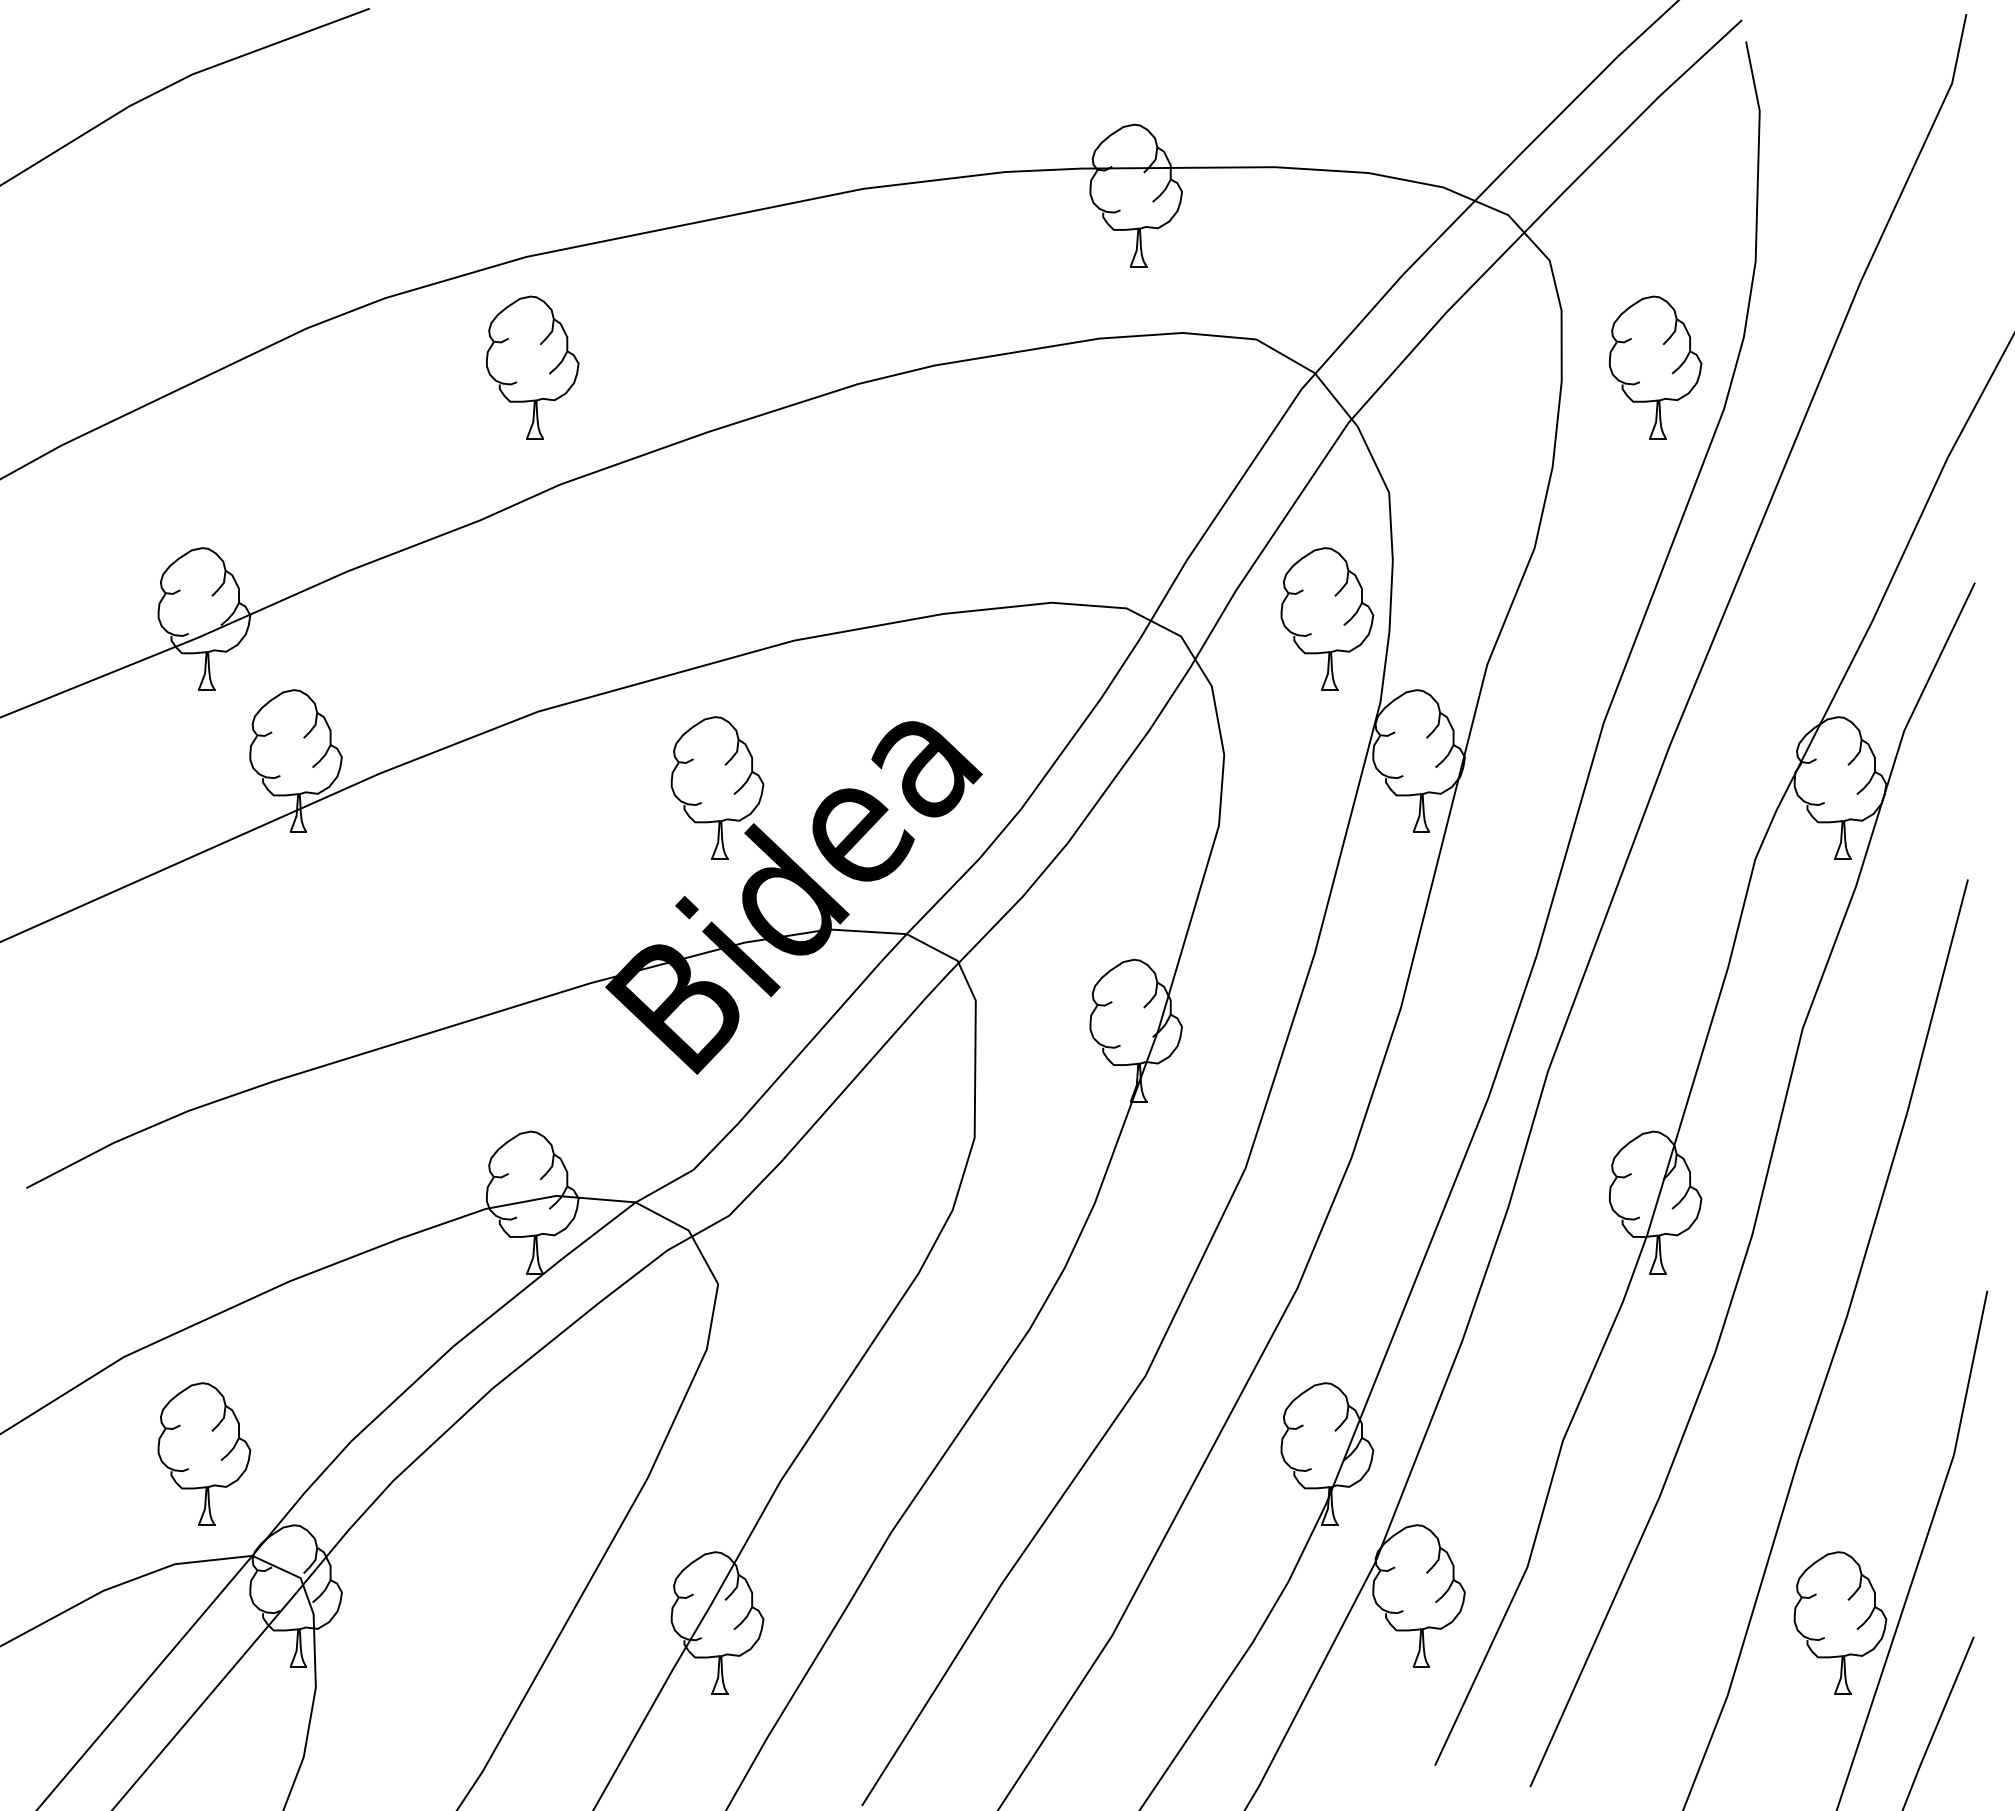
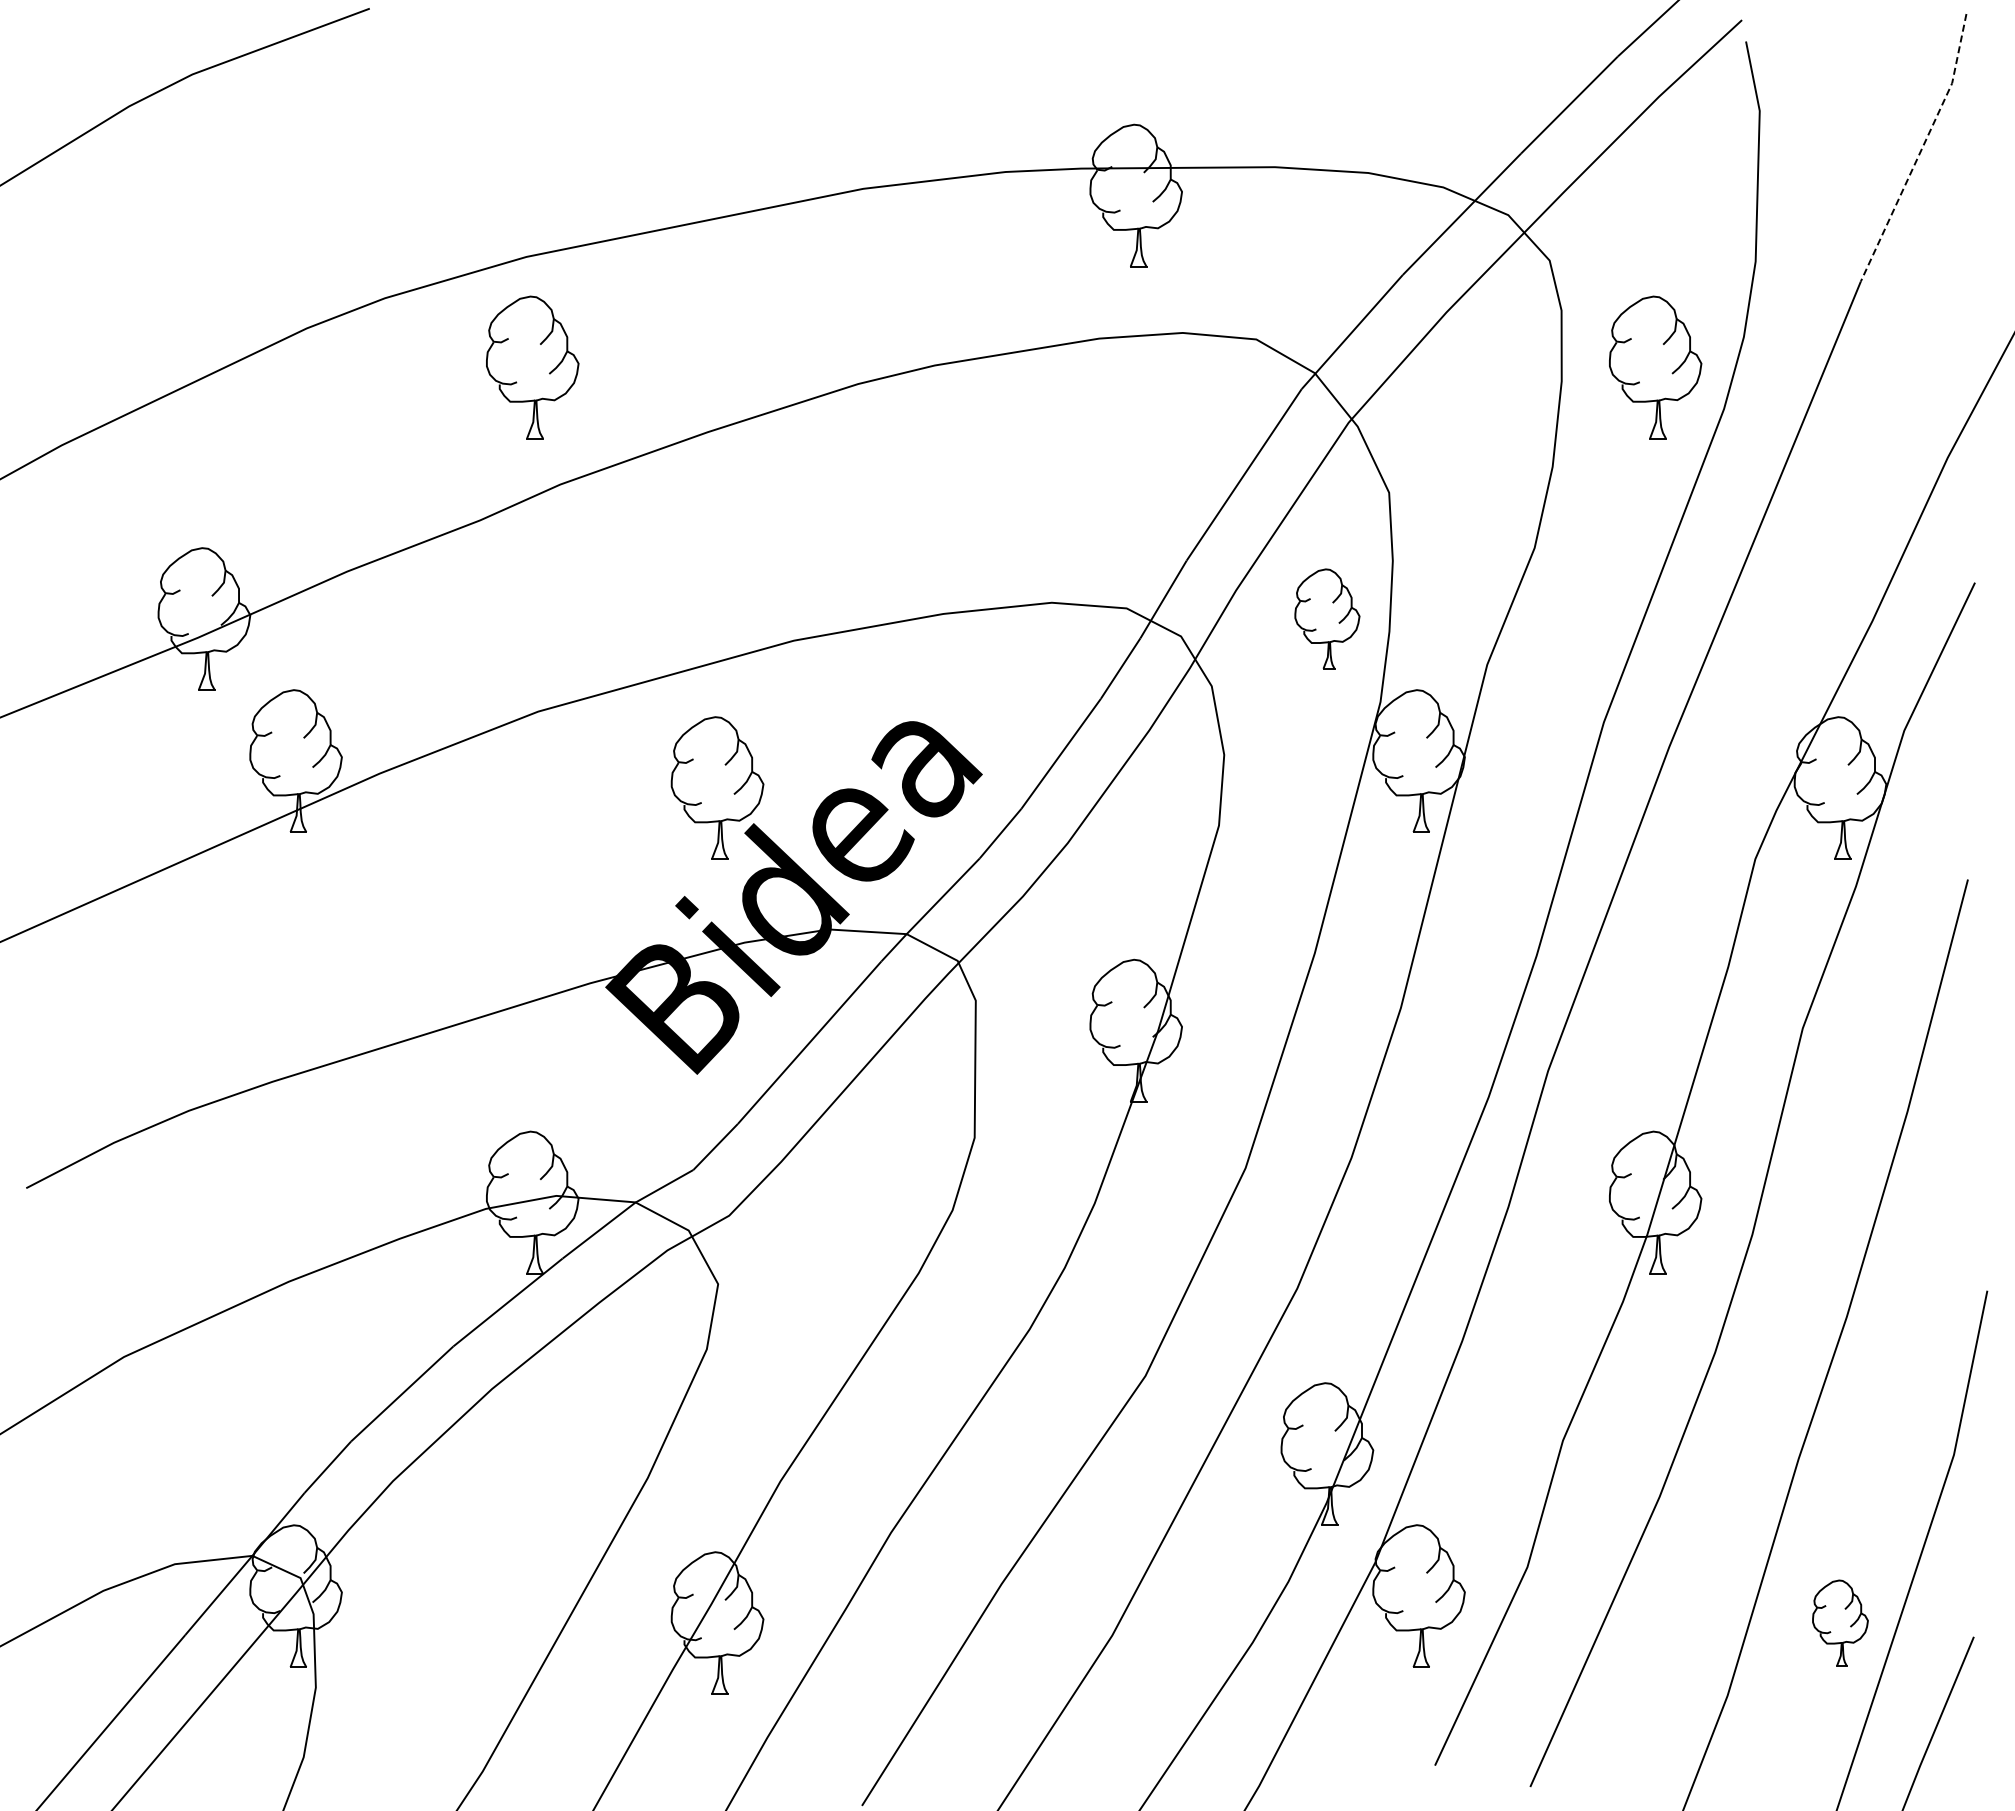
line at (1921, 150): solid -> dashed
part at (1327, 618) size: 95x144 px -> 67x102 px
part at (204, 1453): present -> none
part at (1840, 1622) size: 95x144 px -> 57x88 px
